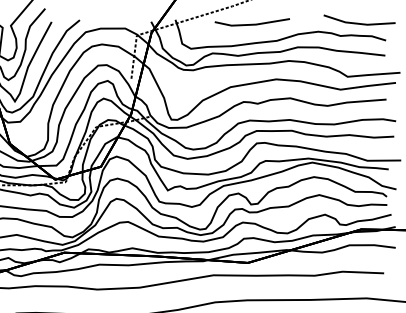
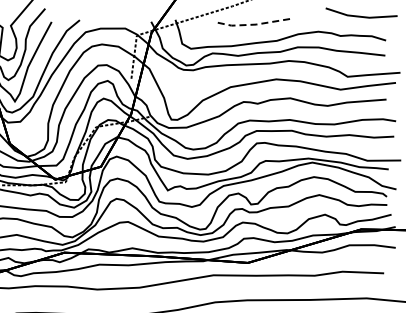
line at (358, 22) position: (358, 22) -> (360, 15)
line at (252, 24): solid -> dashed
